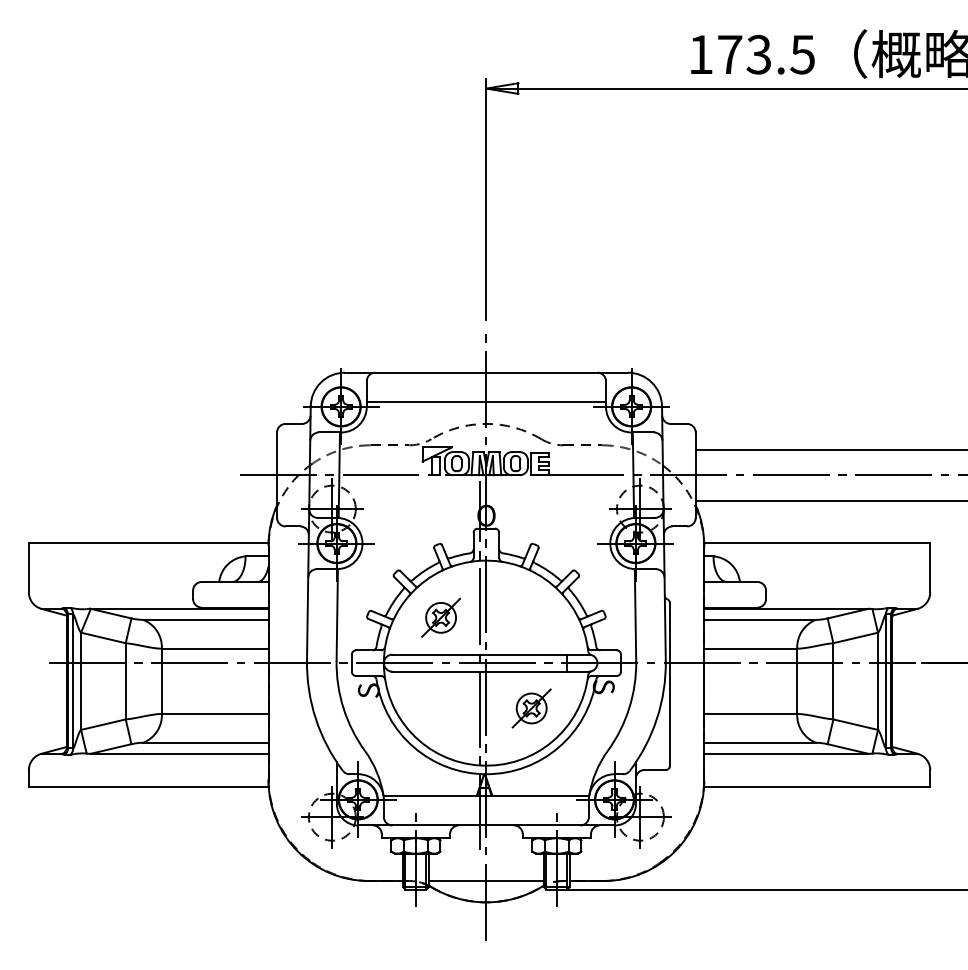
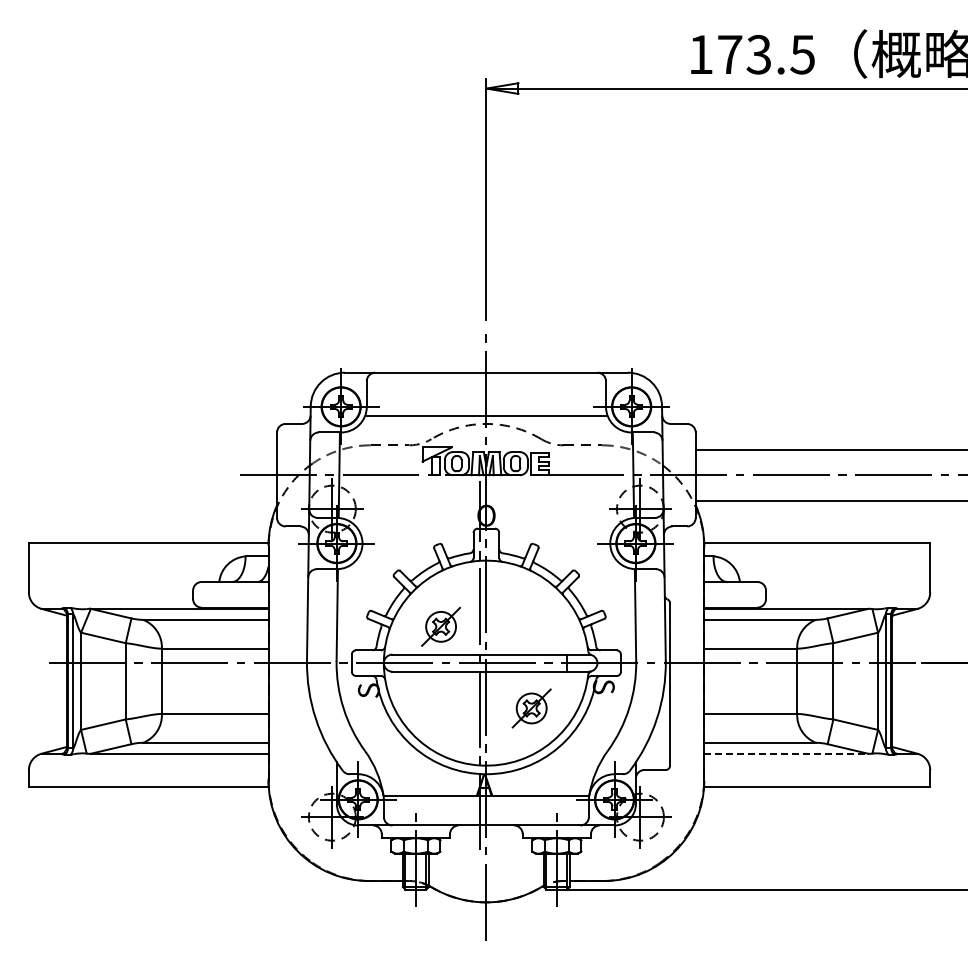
line at (486, 402) position: (486, 402) -> (486, 416)
part at (441, 617) position: (441, 617) -> (441, 626)
line at (786, 753): solid -> dashed
line at (486, 881): present -> none
